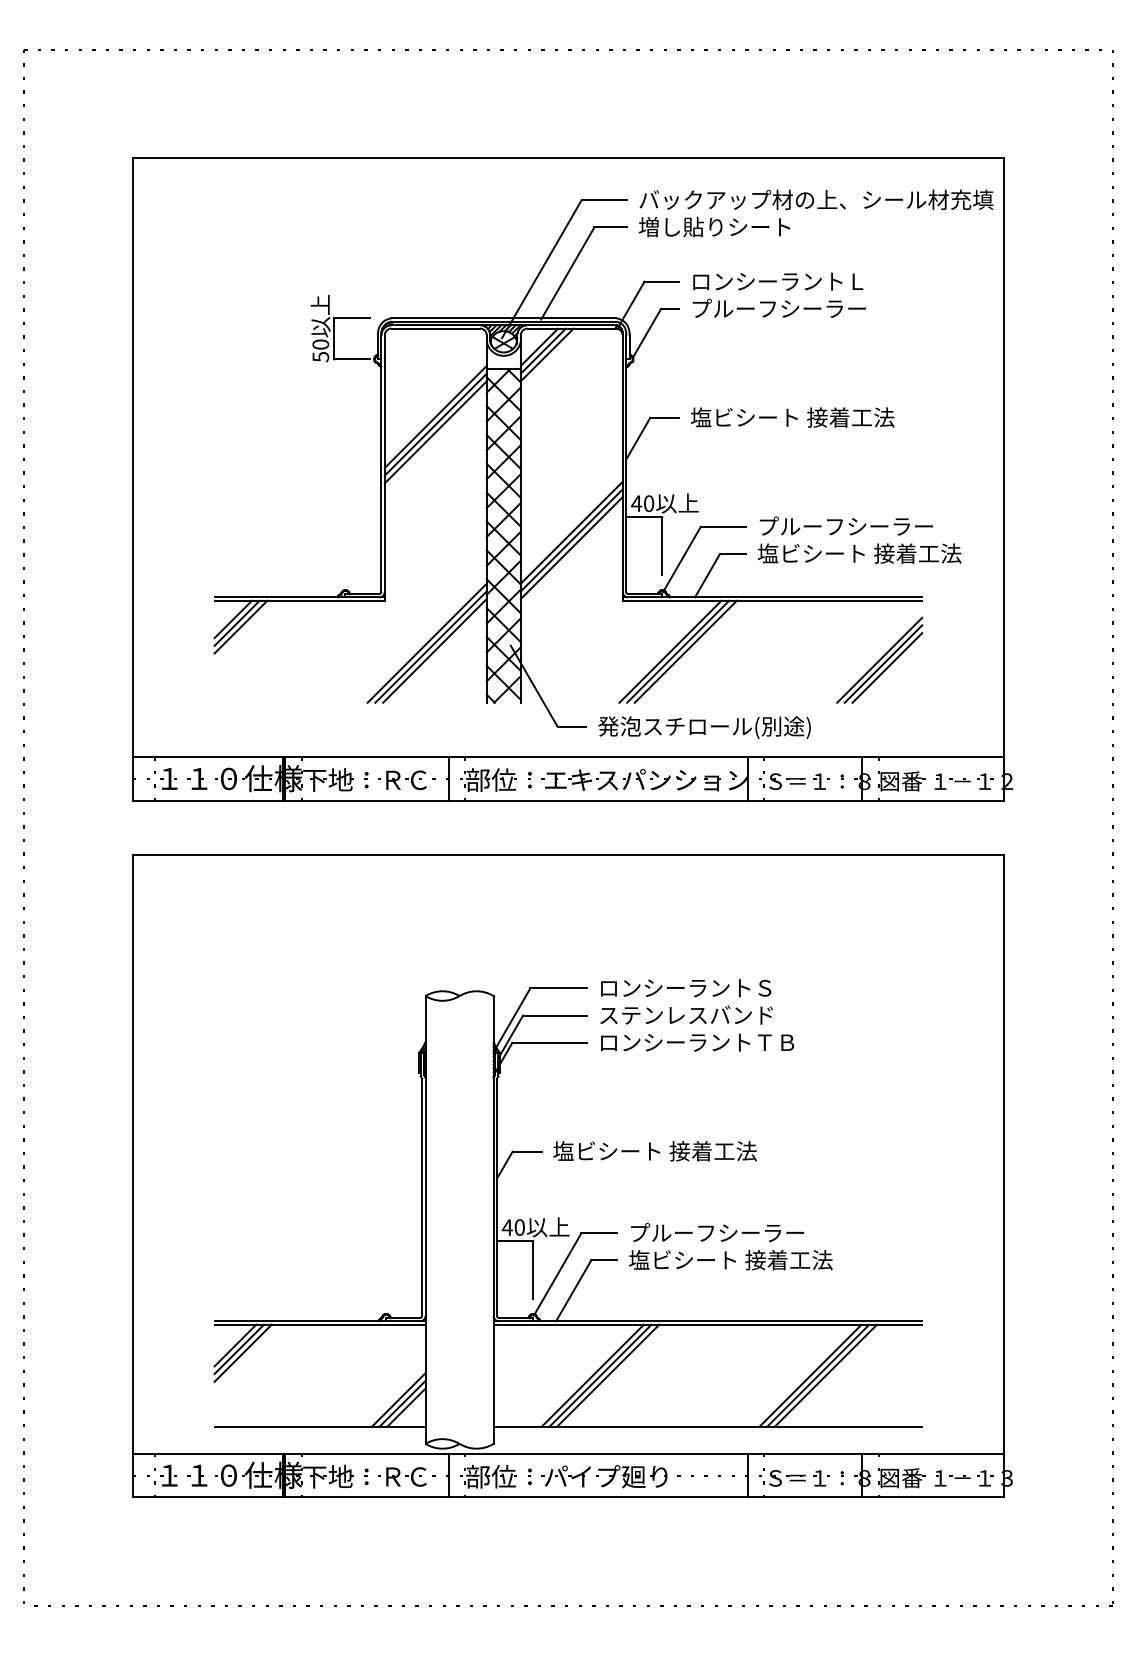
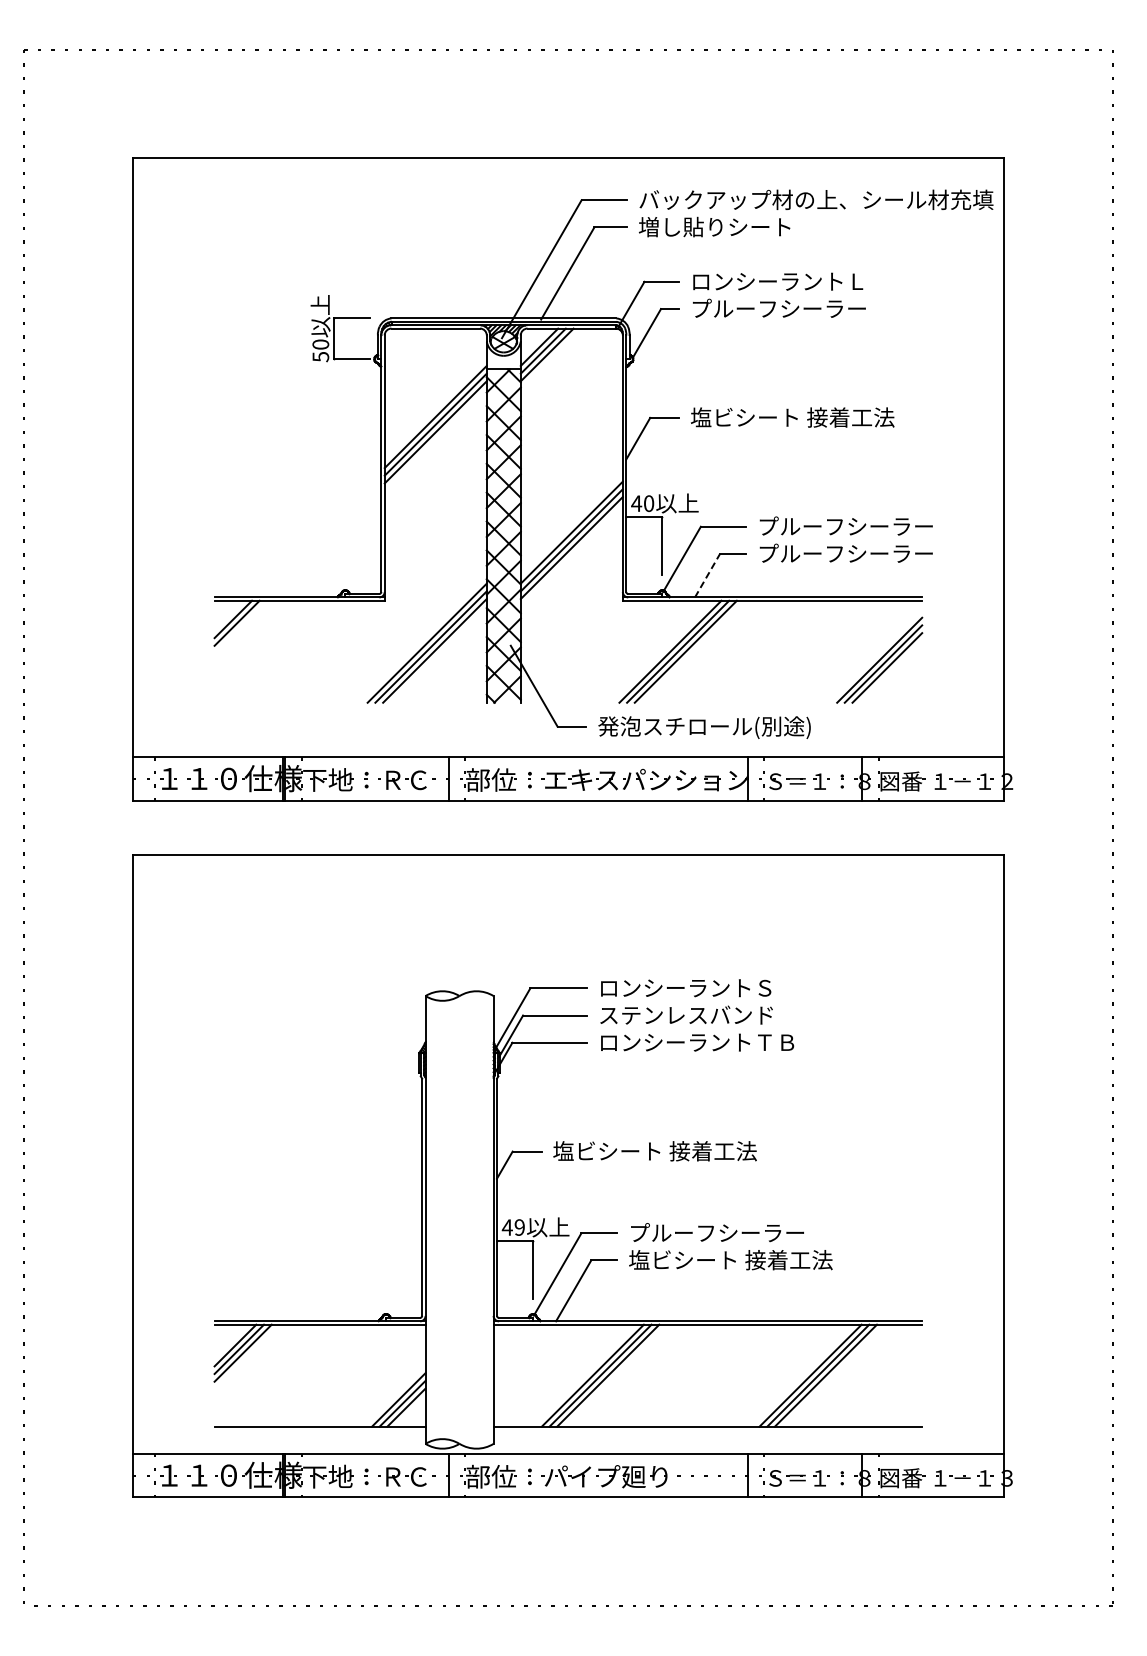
text at (859, 553): 塩ビシート 接着工法 -> プルーフシーラー
line at (707, 575): solid -> dashed
line at (240, 626): present -> none
text at (519, 1227): 40 -> 49
